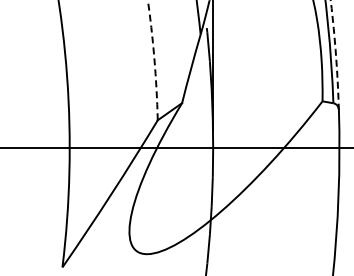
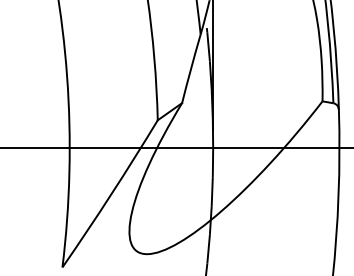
arc at (335, 55): dashed -> solid
arc at (154, 60): dashed -> solid
